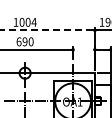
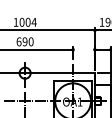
line at (46, 30): dashed -> solid
